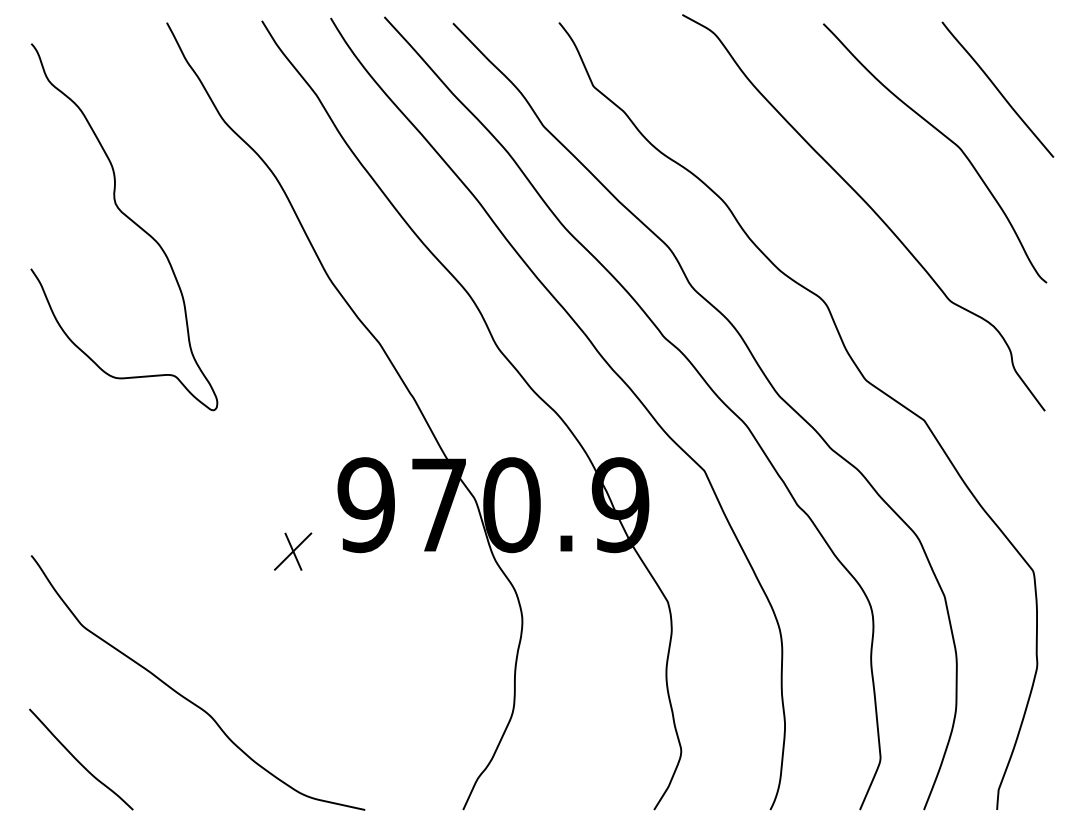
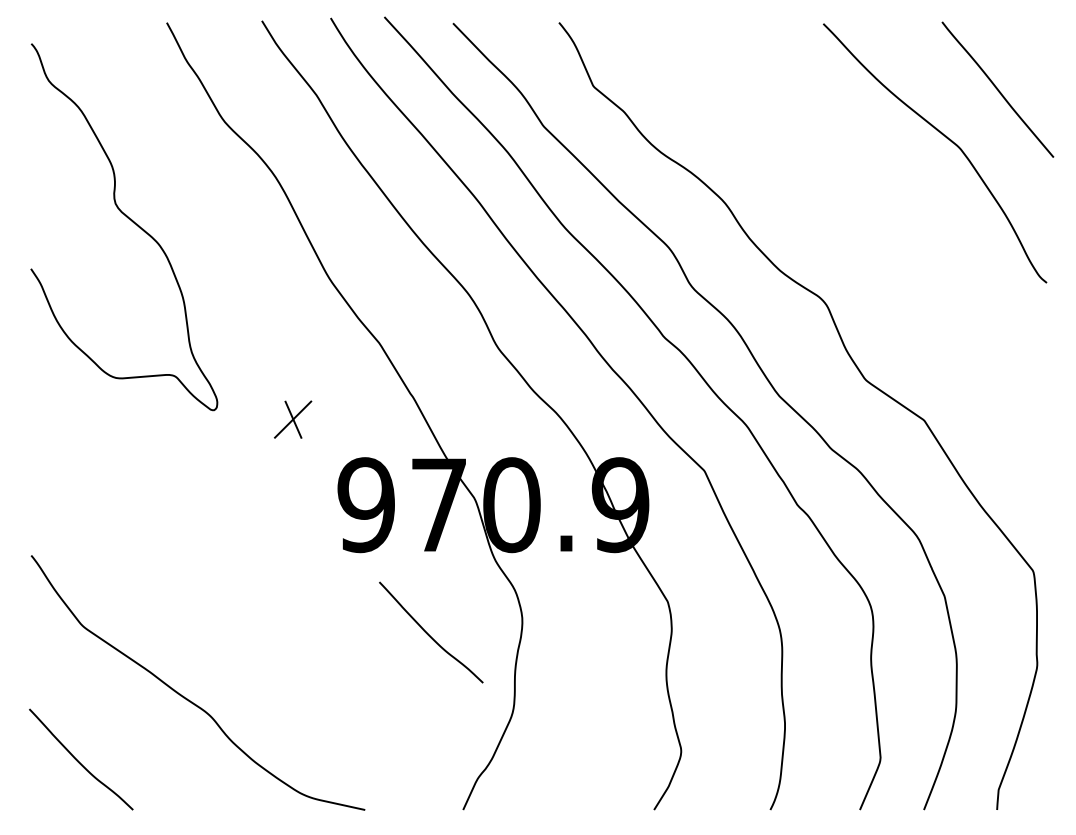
curve at (868, 206): present -> none
part at (293, 551) position: (293, 551) -> (293, 419)
curve at (429, 634): none -> present
